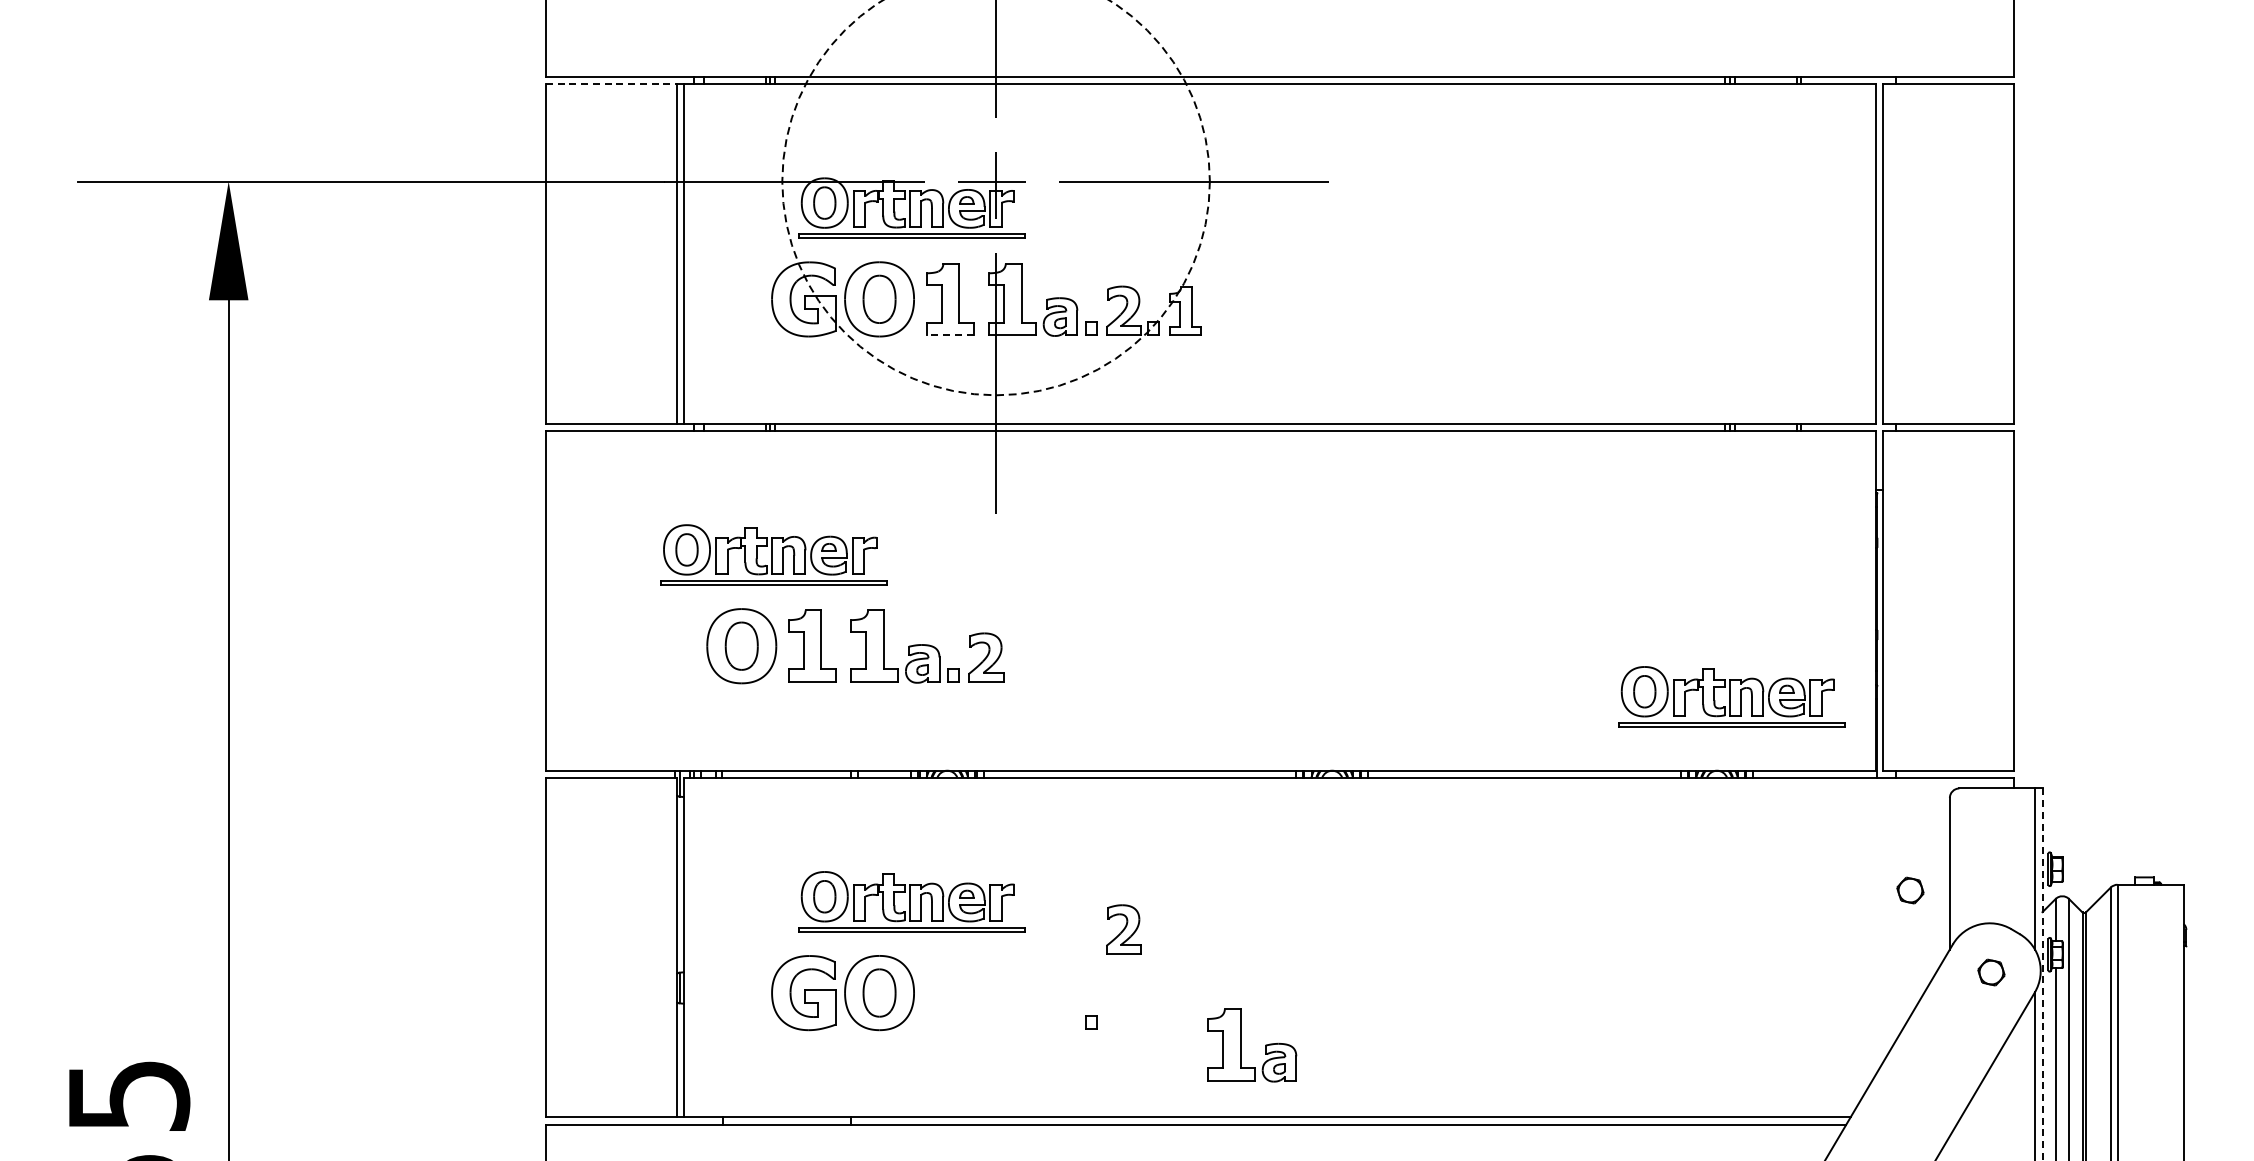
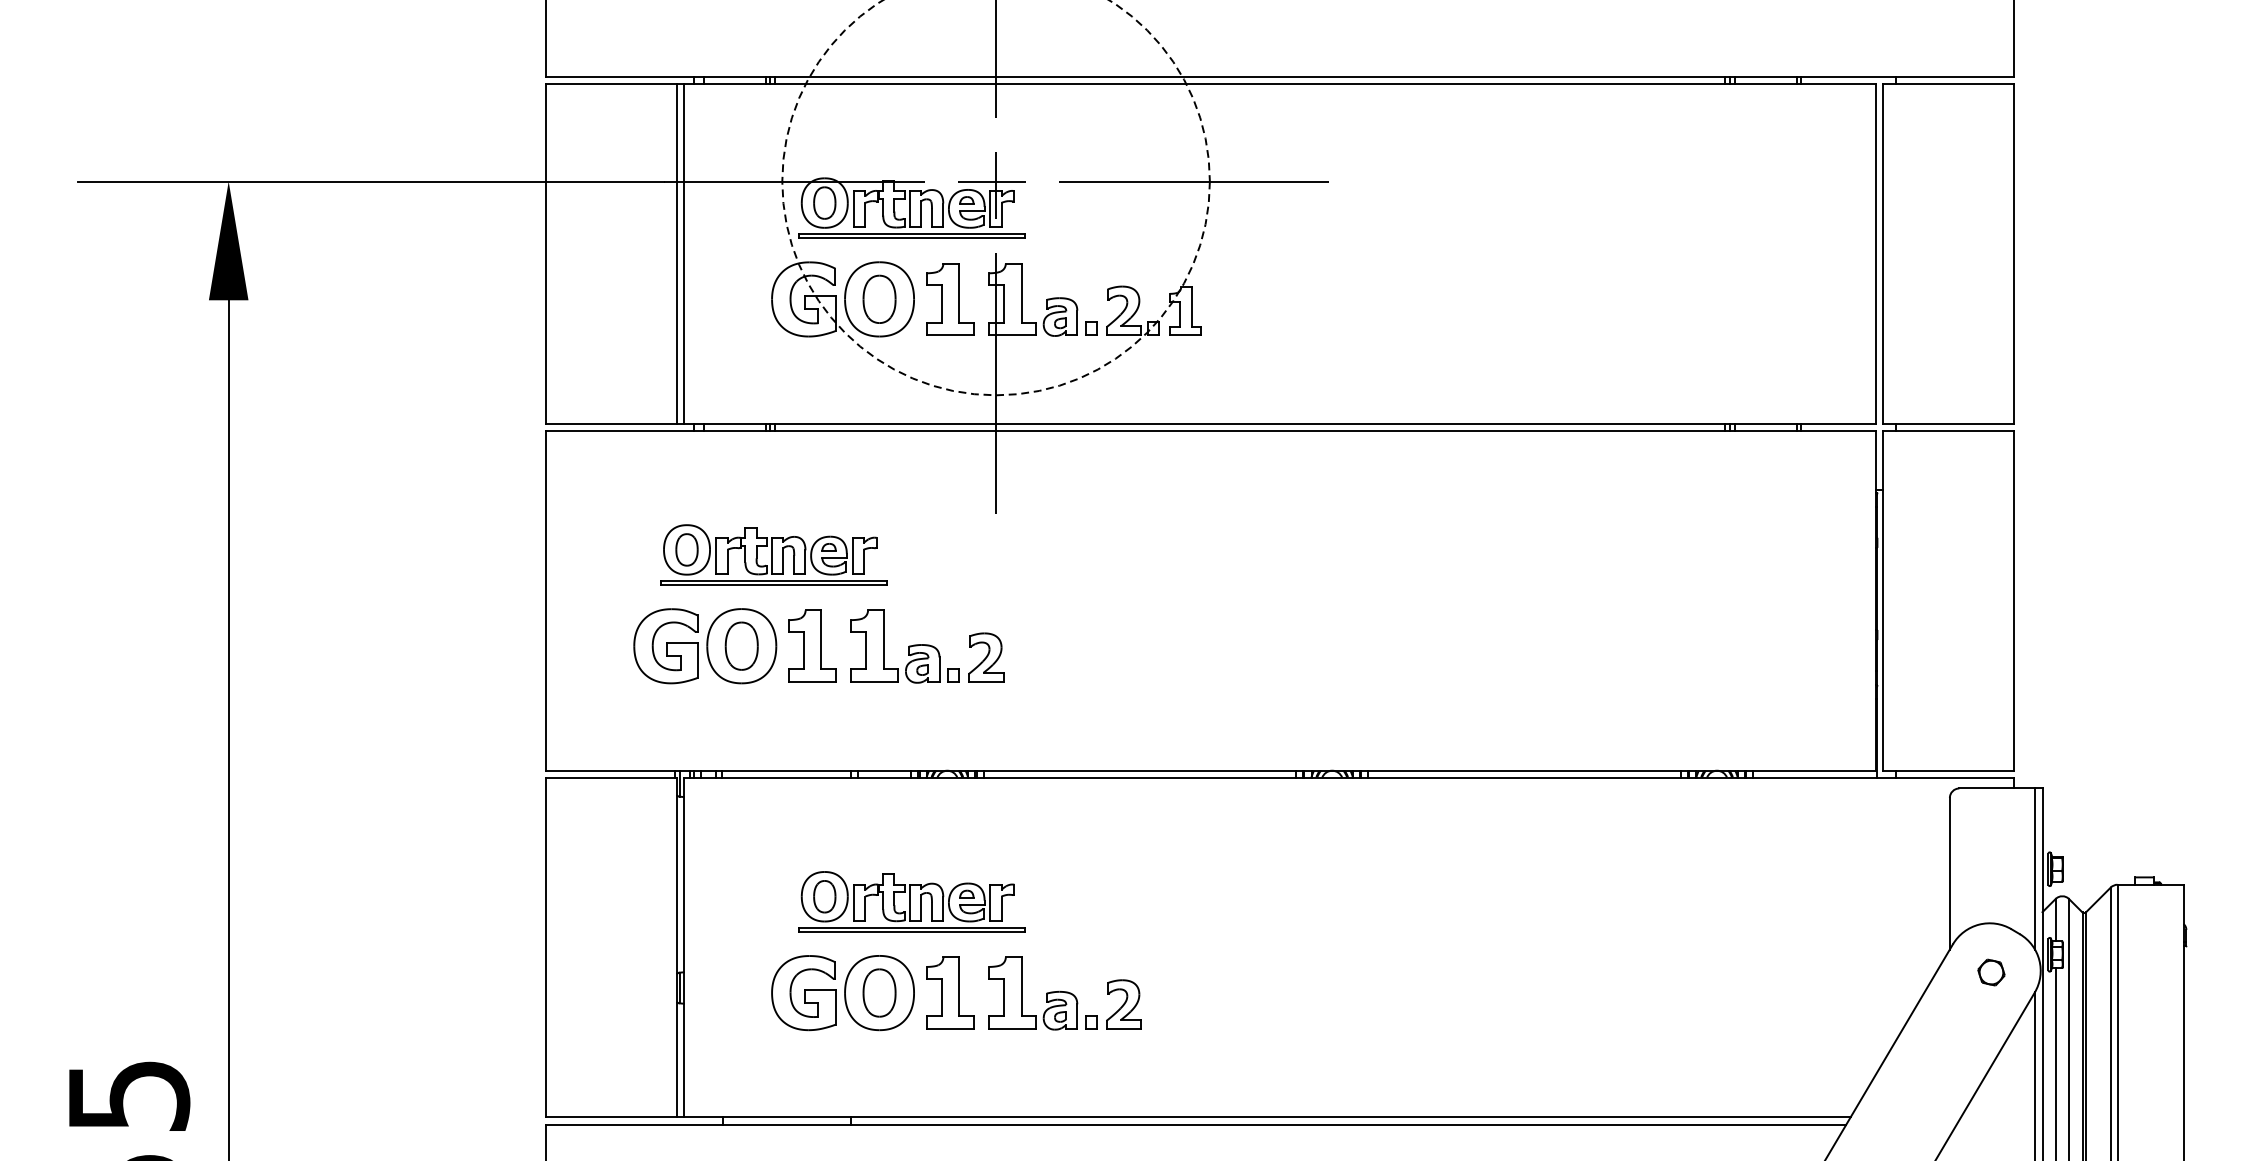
line at (611, 84): dashed -> solid
line at (950, 335): dashed -> solid
part at (665, 646): none -> present
part at (1731, 696): present -> none
part at (1910, 890): present -> none
part at (1123, 929) position: (1123, 929) -> (1123, 1004)
line at (2042, 974): dashed -> solid
part at (950, 992): none -> present
part at (1241, 1045) position: (1241, 1045) -> (1022, 993)
